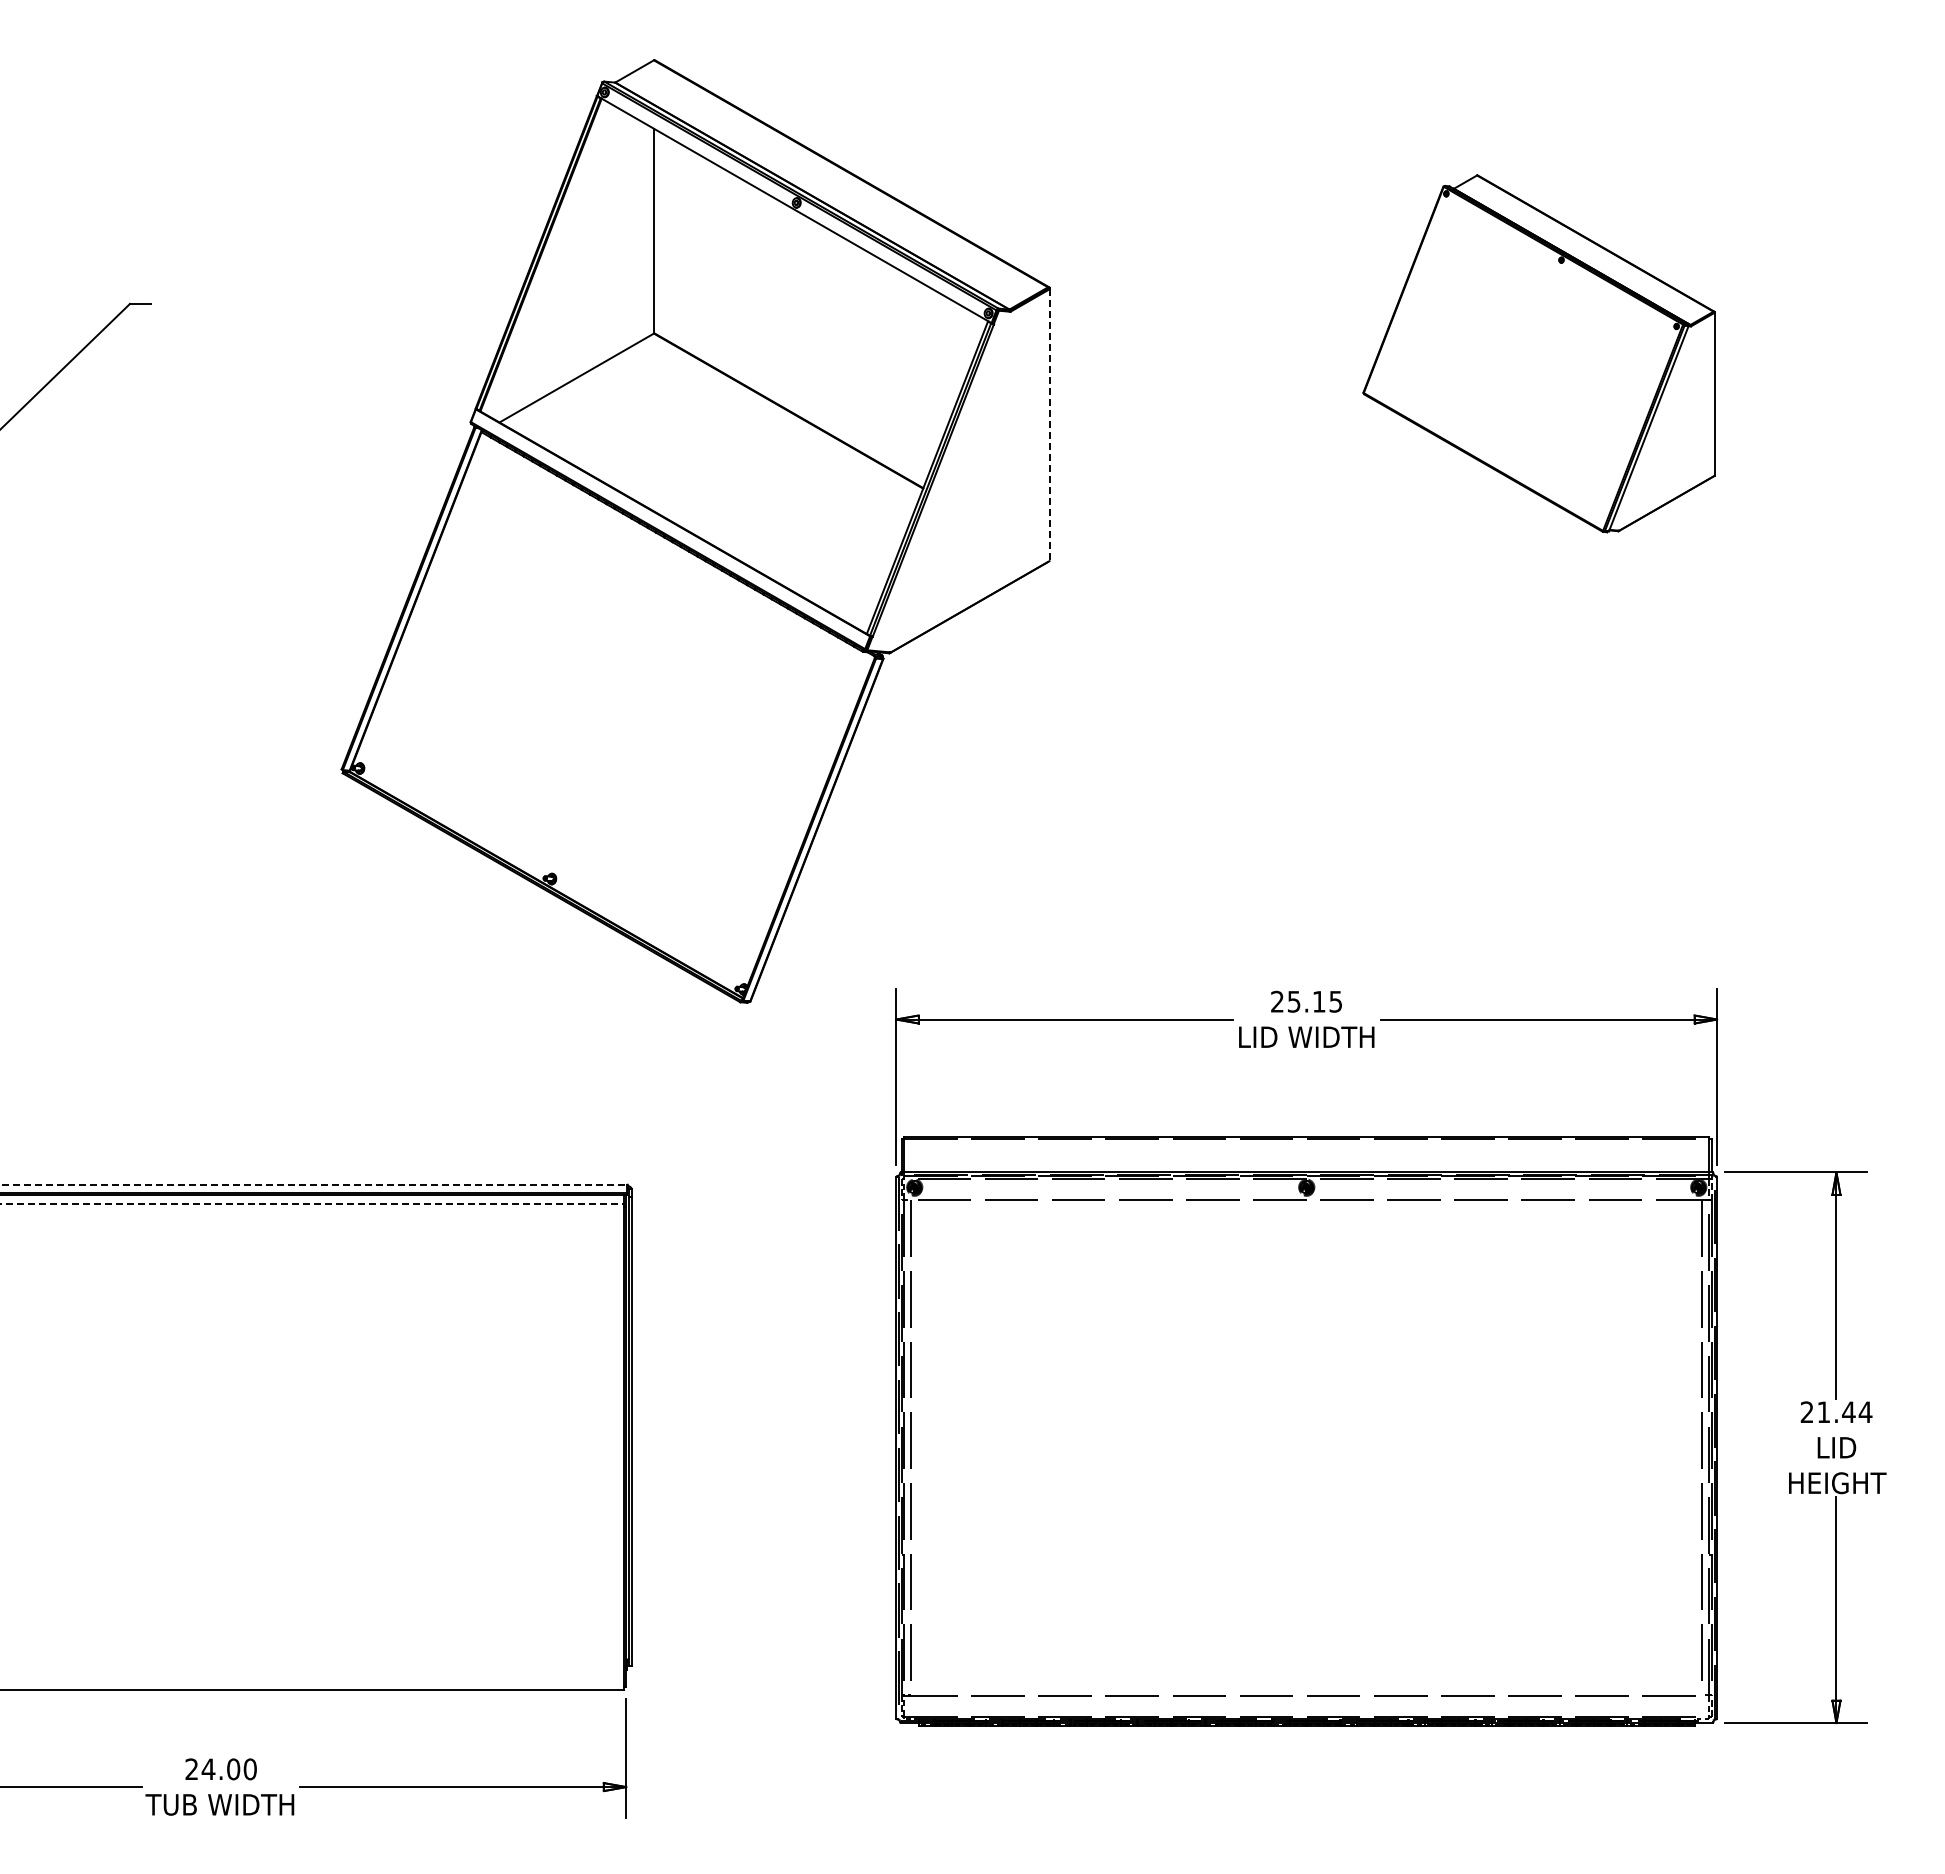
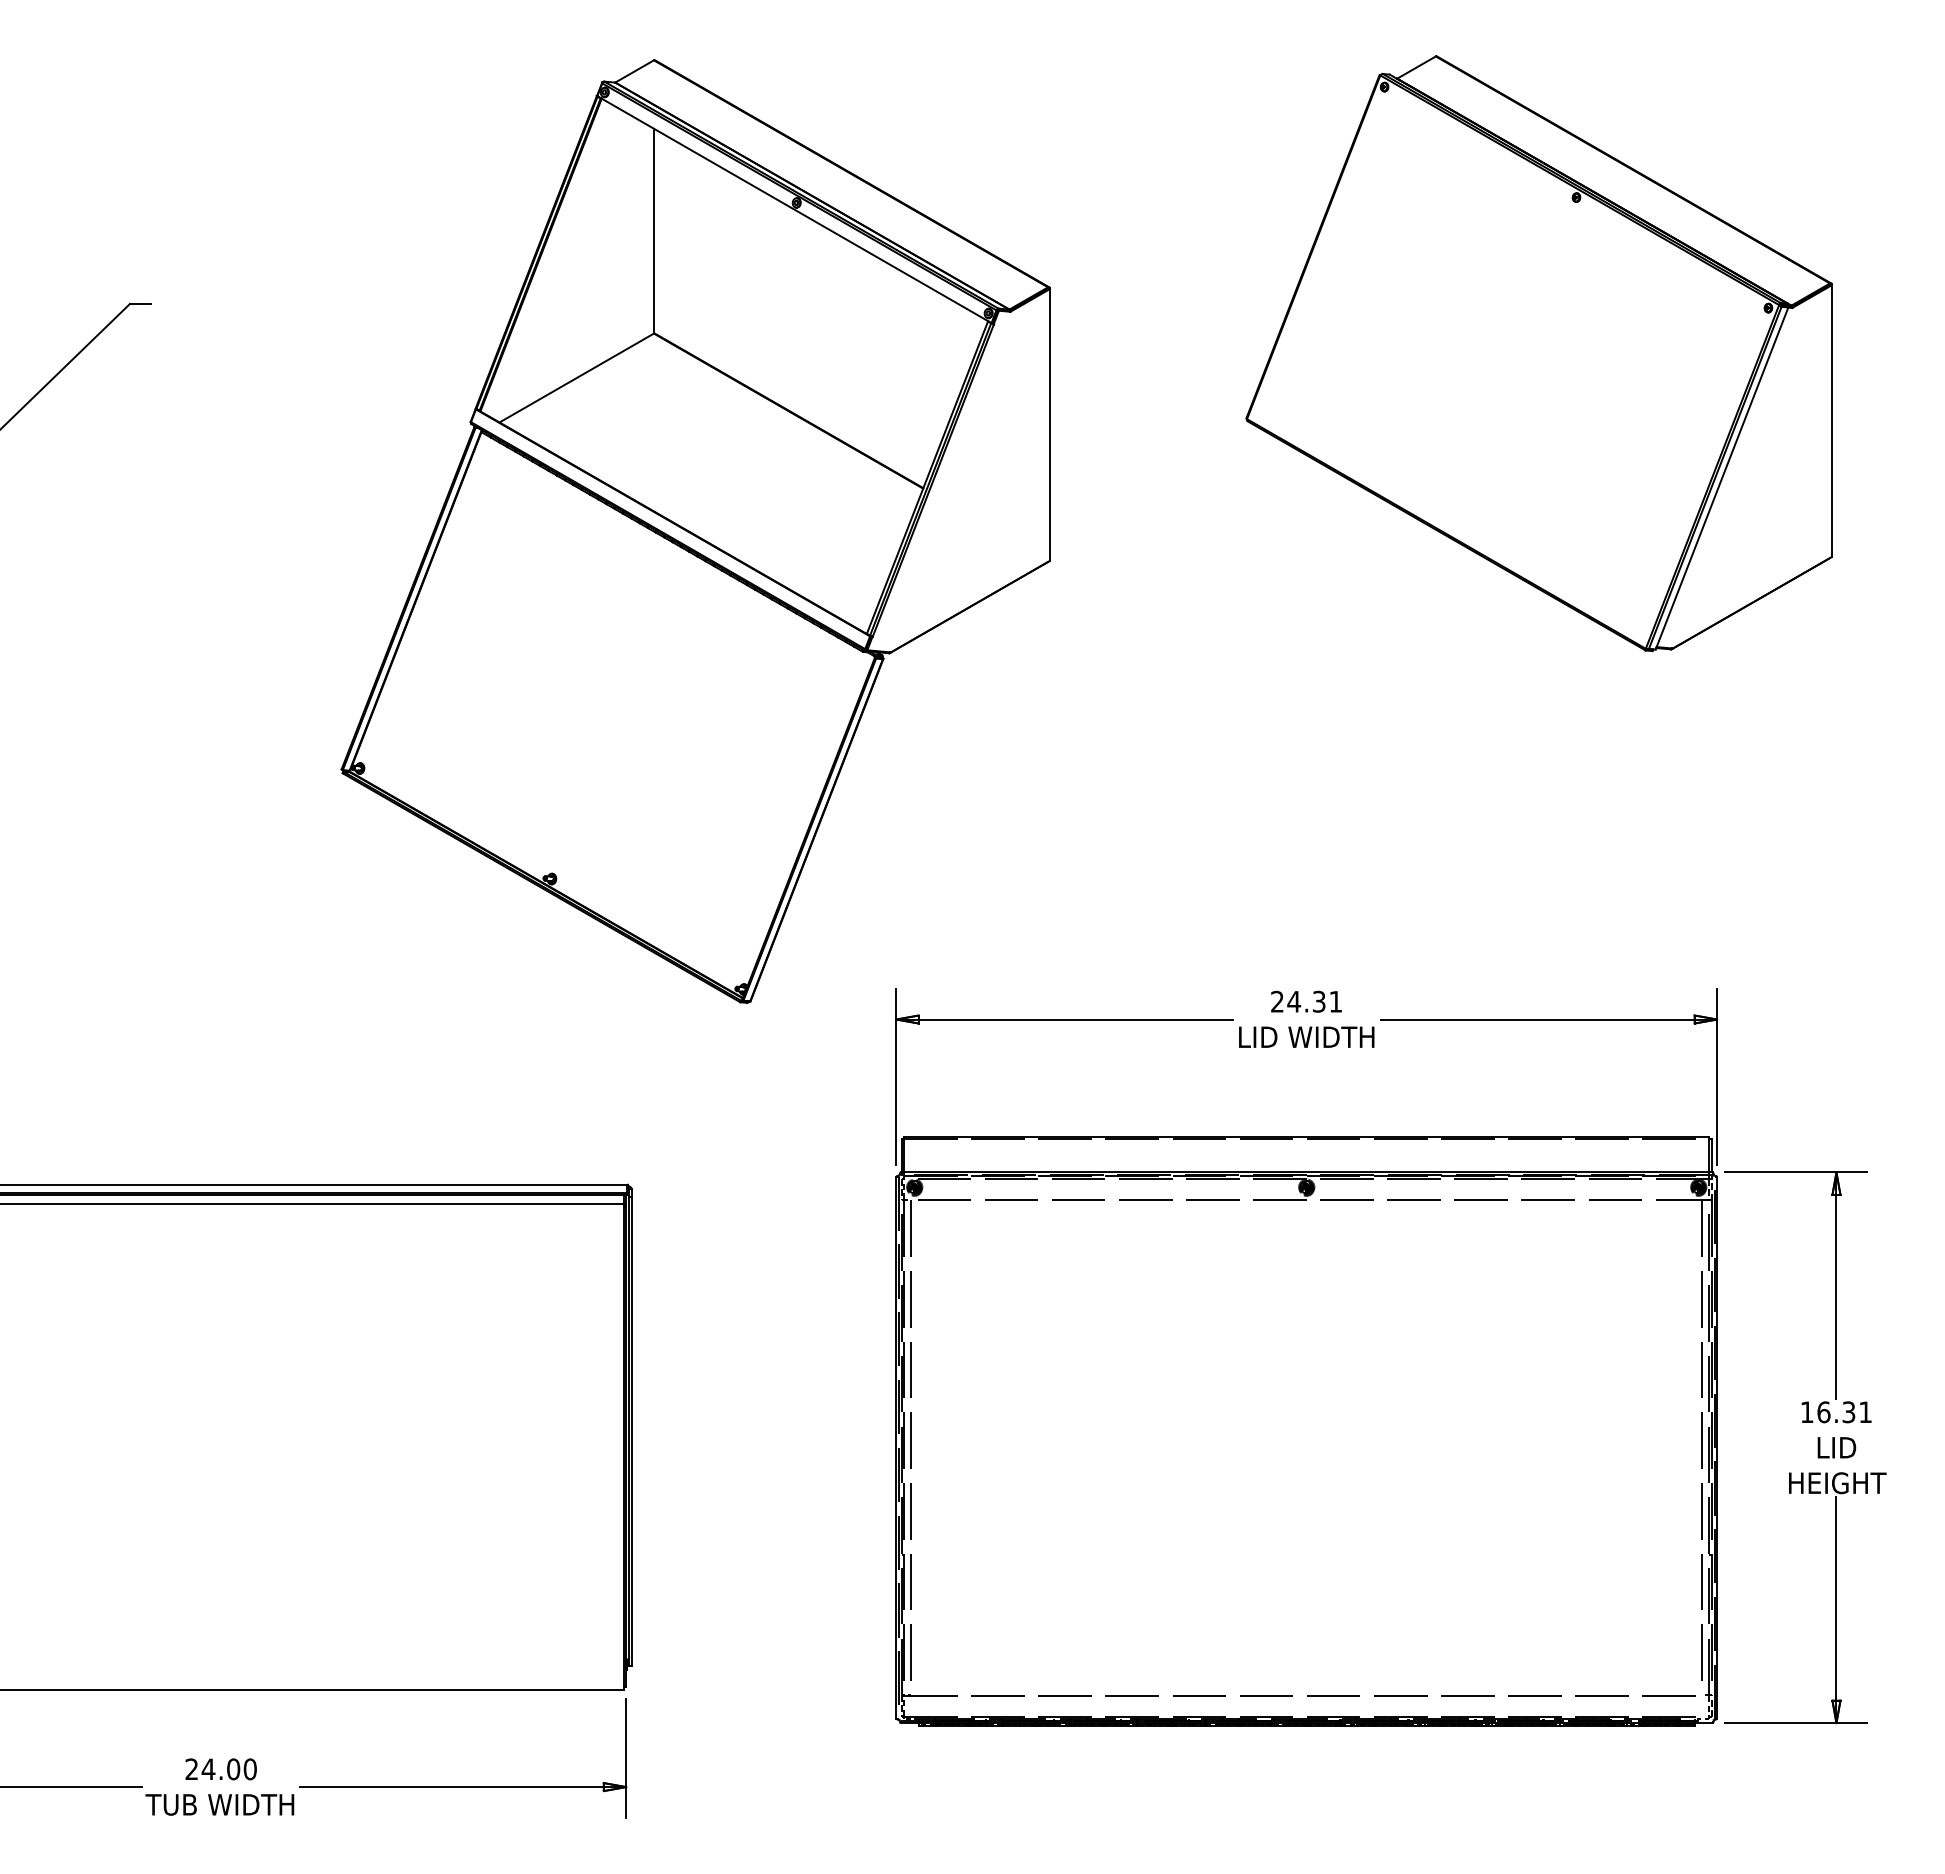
part at (1538, 353) size: 354x360 px -> 588x598 px
line at (1049, 425): dashed -> solid
text at (1314, 1001): 25.15 -> 24.31
line at (314, 1184): dashed -> solid
line at (312, 1204): dashed -> solid
text at (1836, 1412): 21.44 -> 16.31
